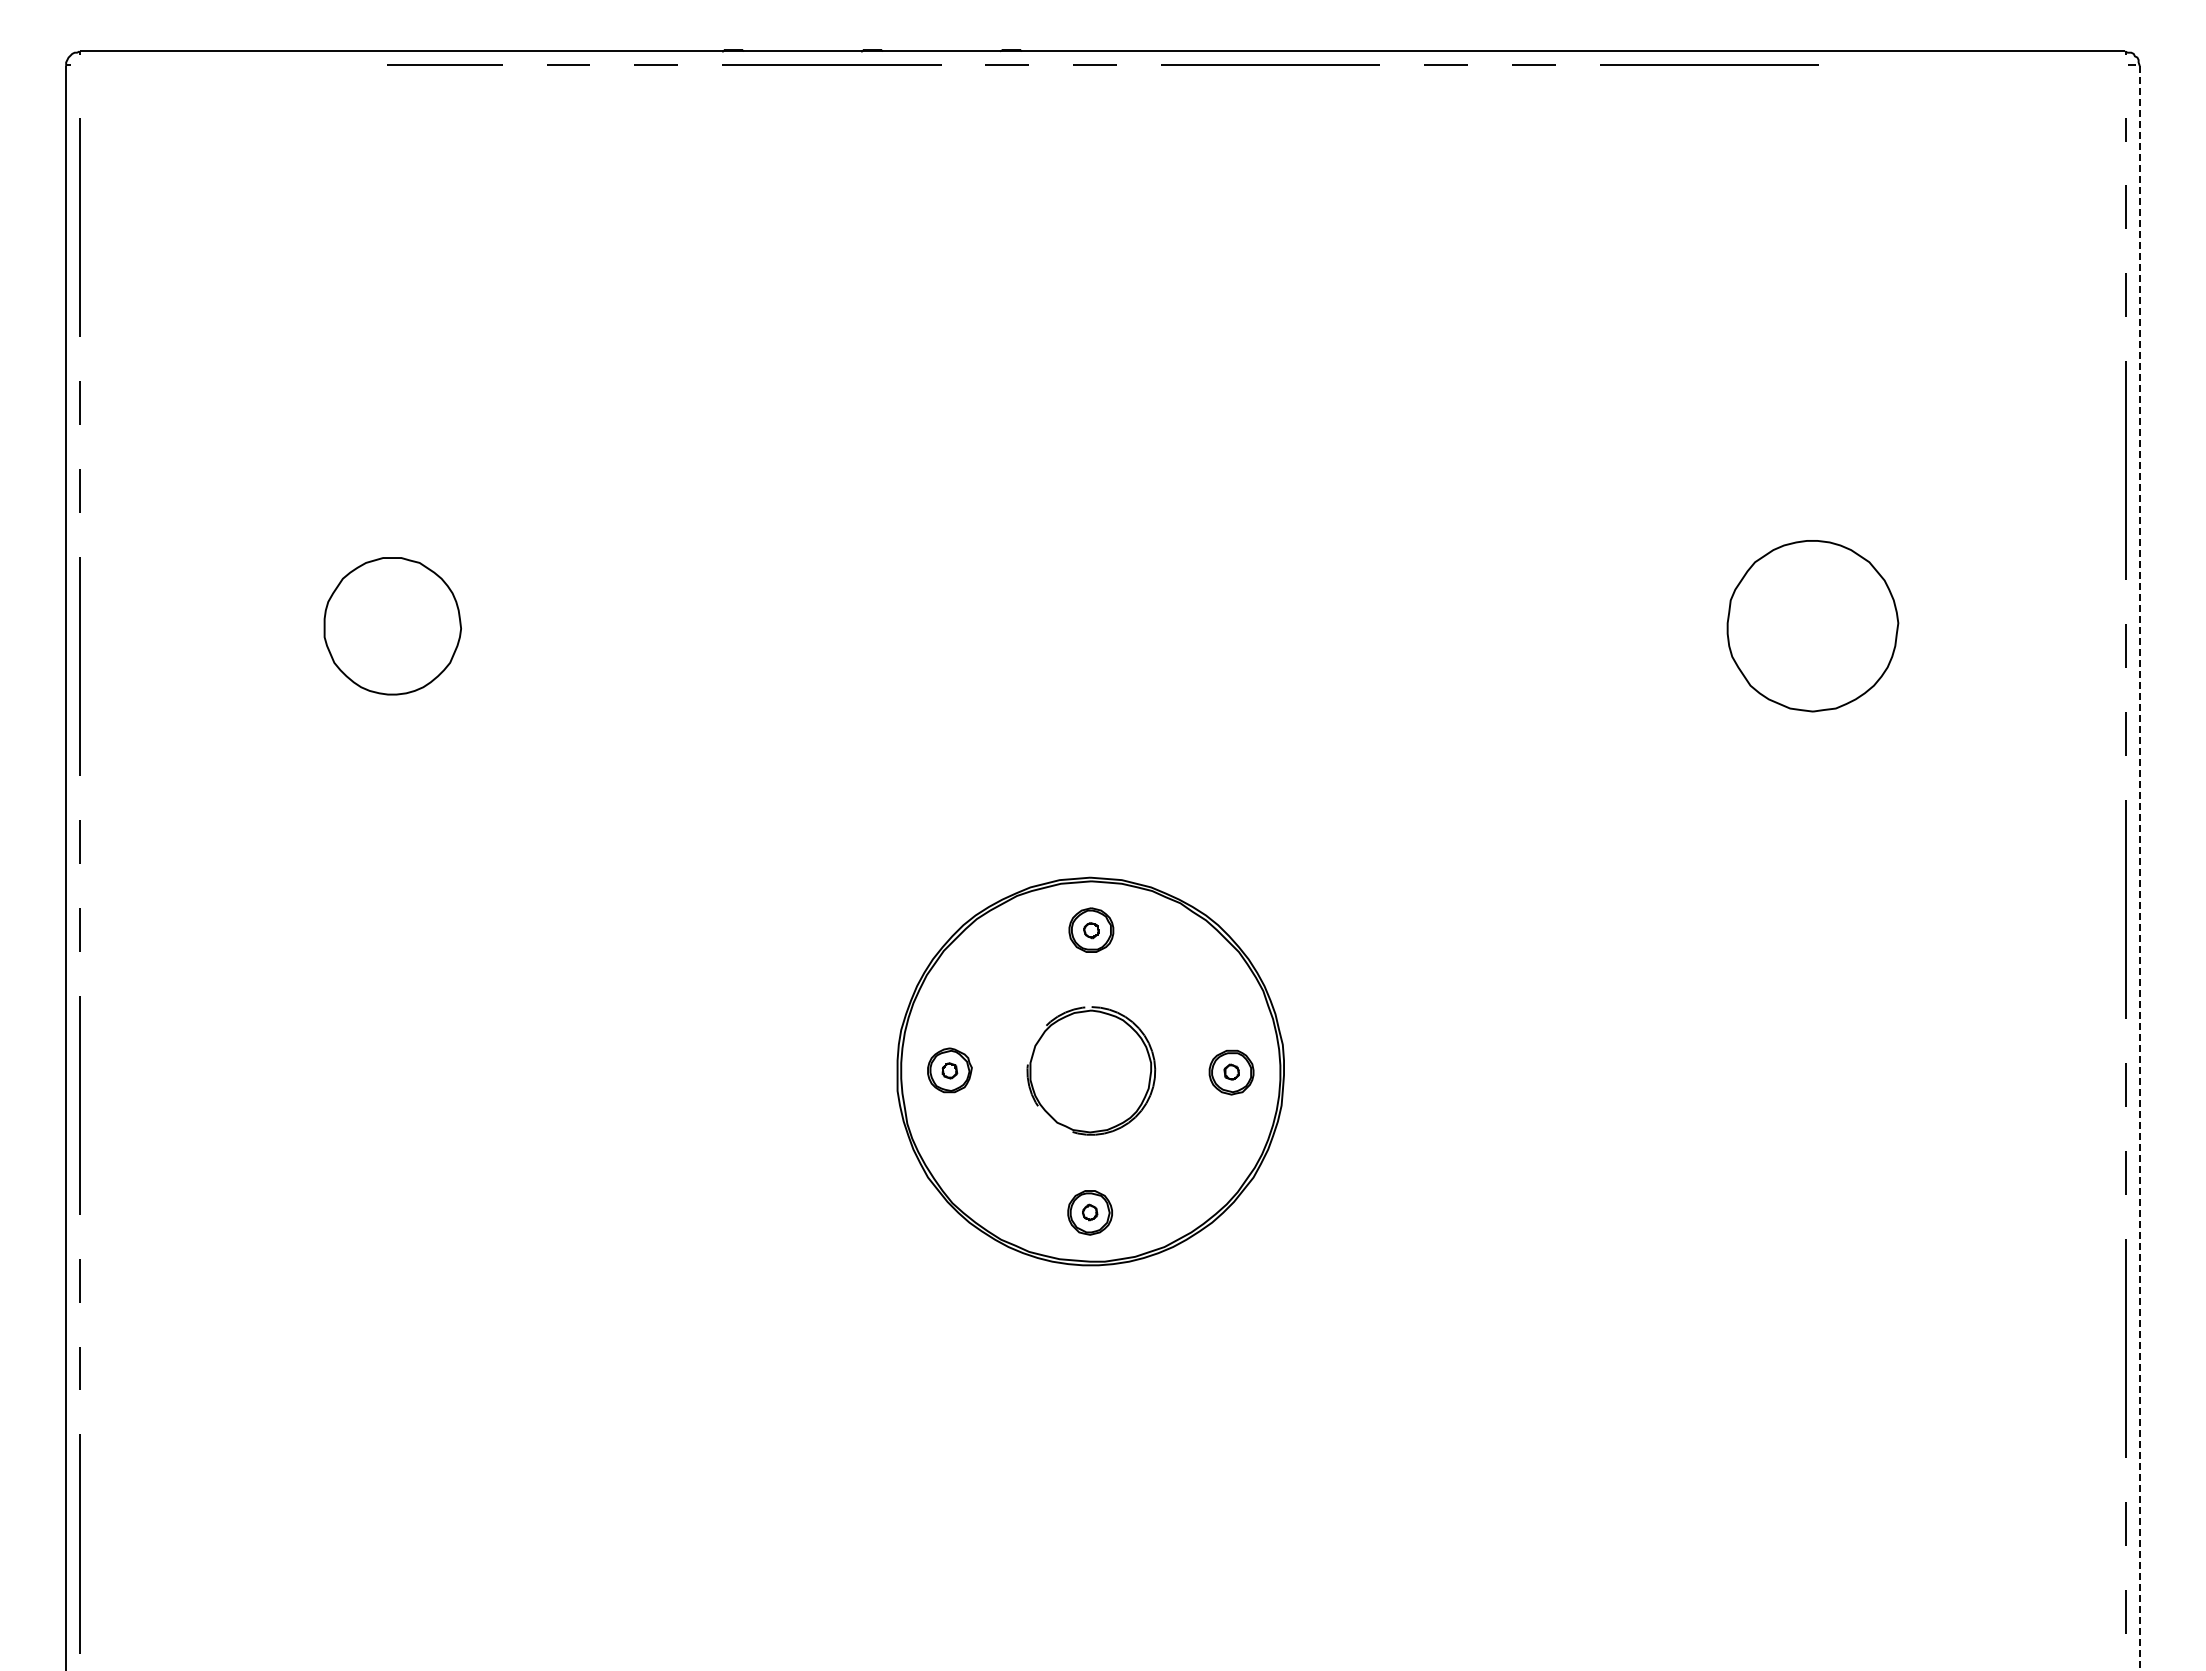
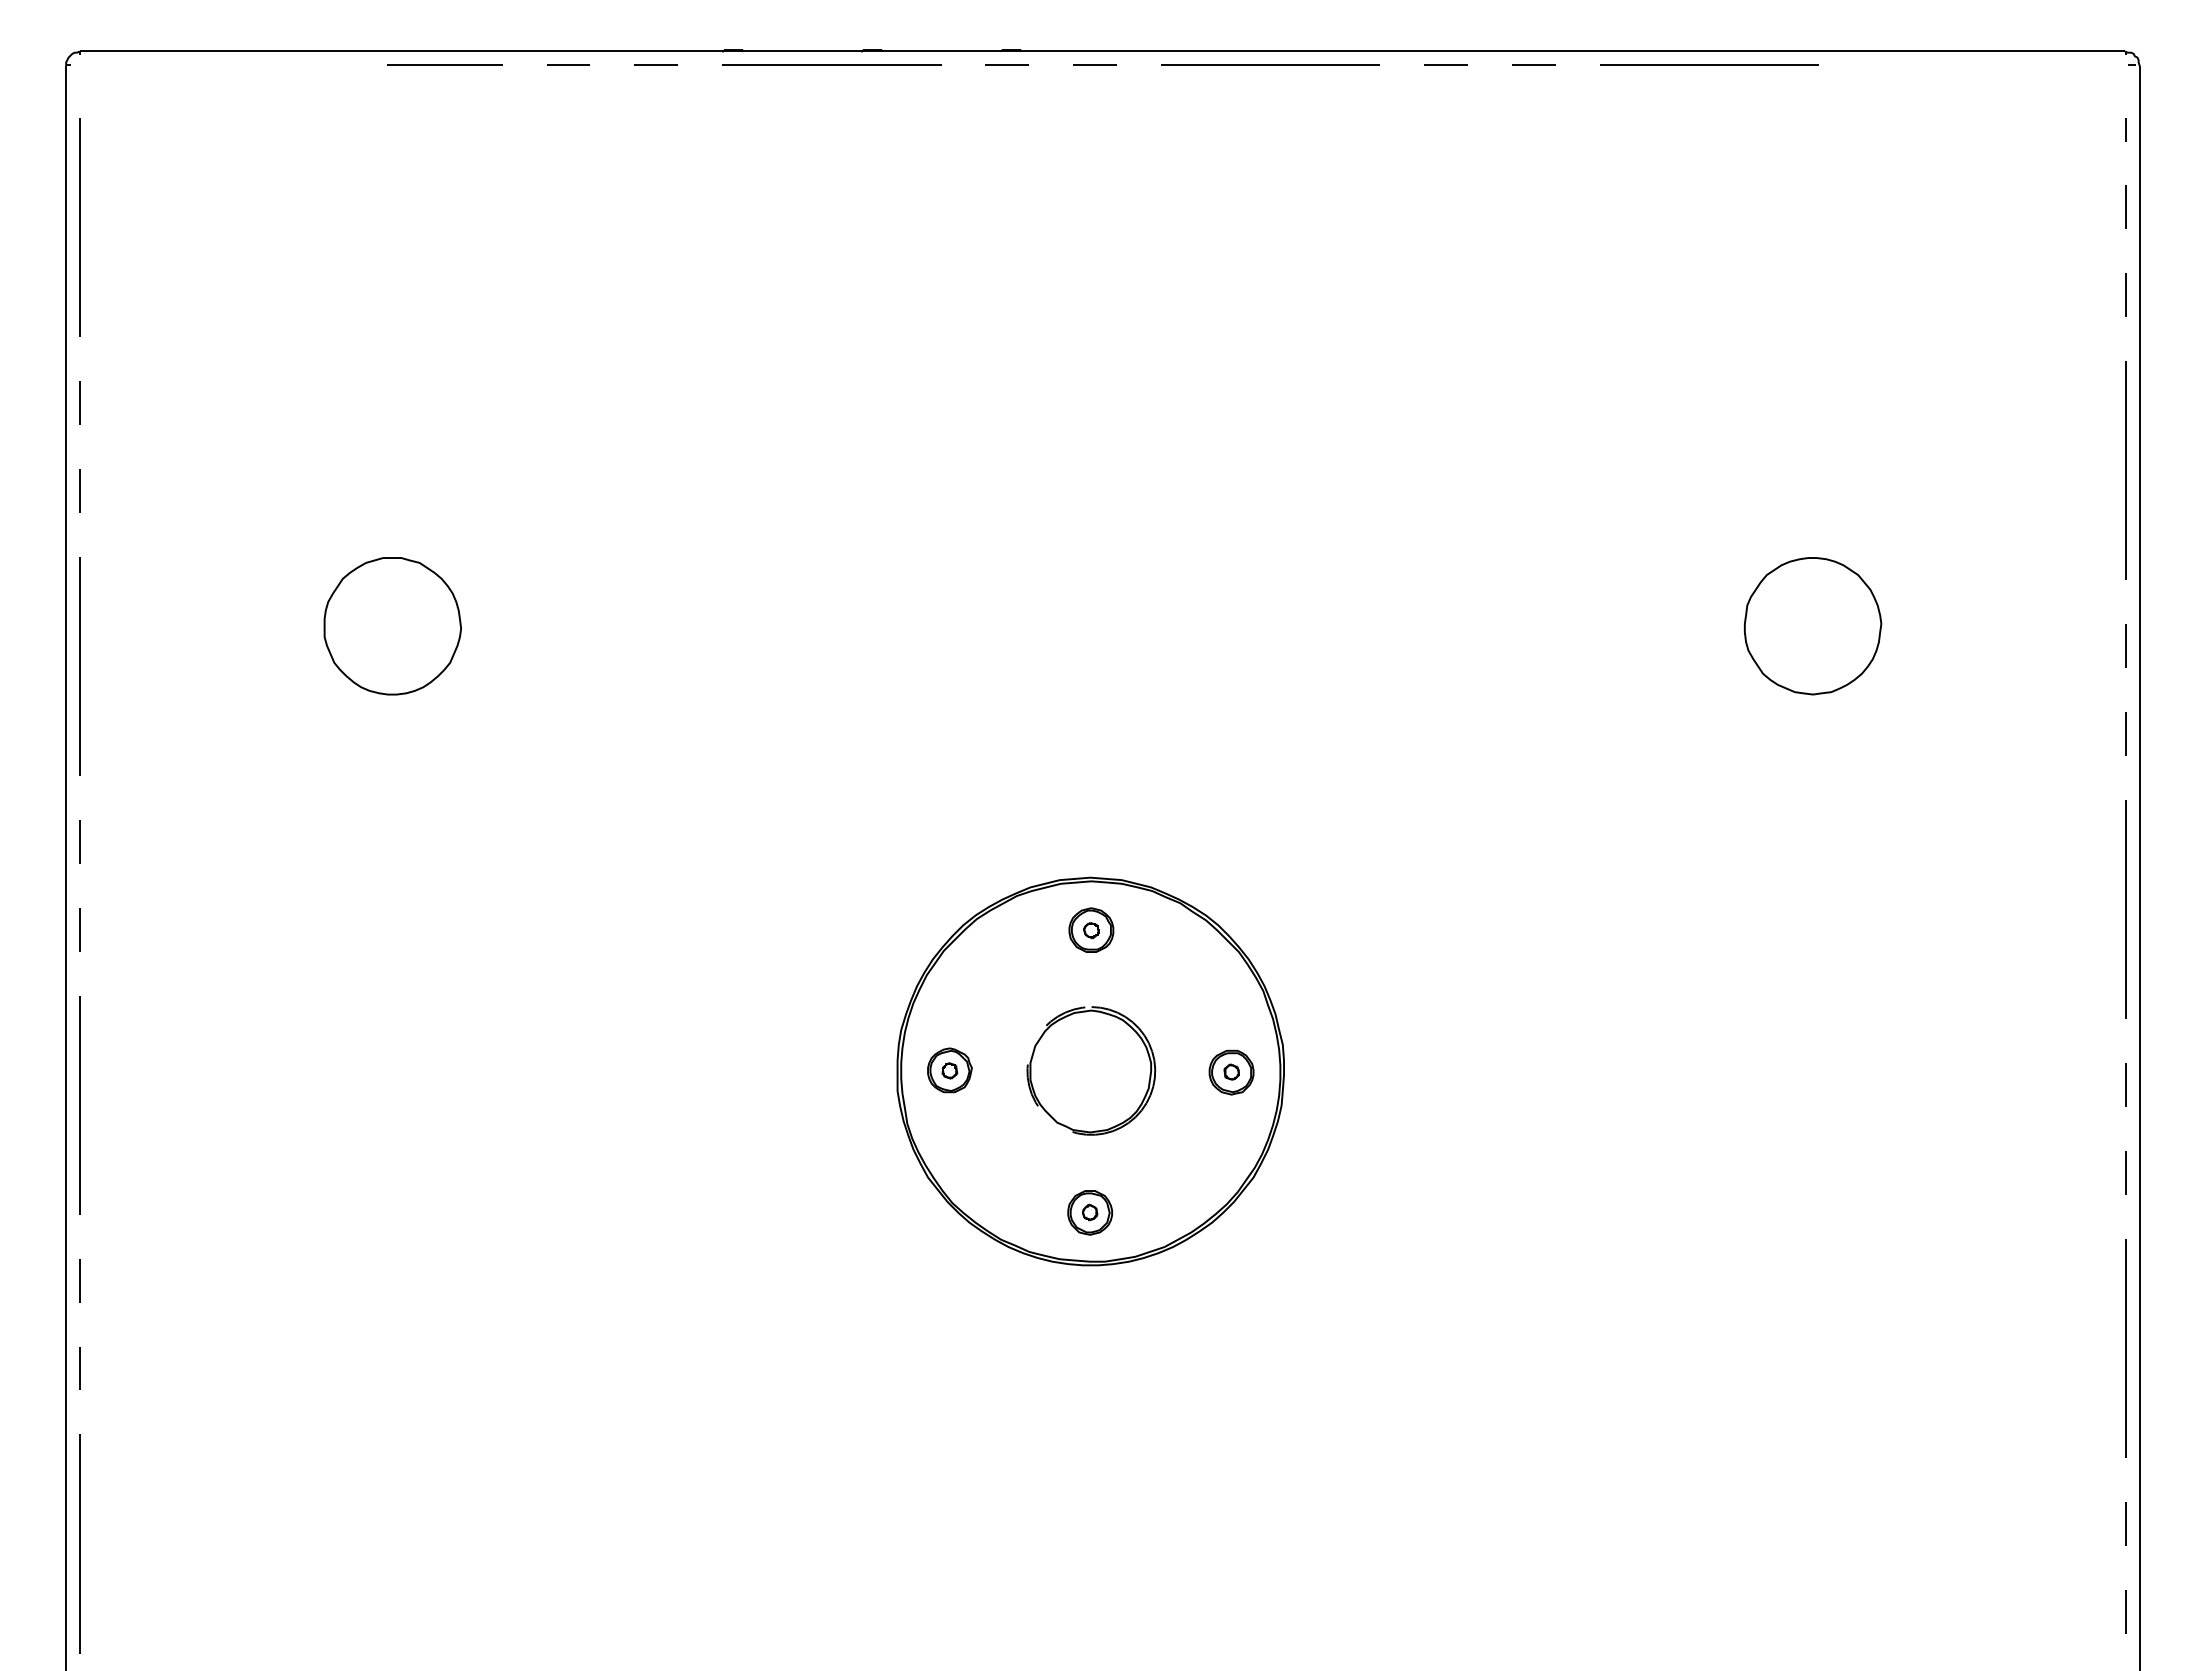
part at (1812, 626) size: 174x173 px -> 139x139 px
line at (2139, 868): dashed -> solid
